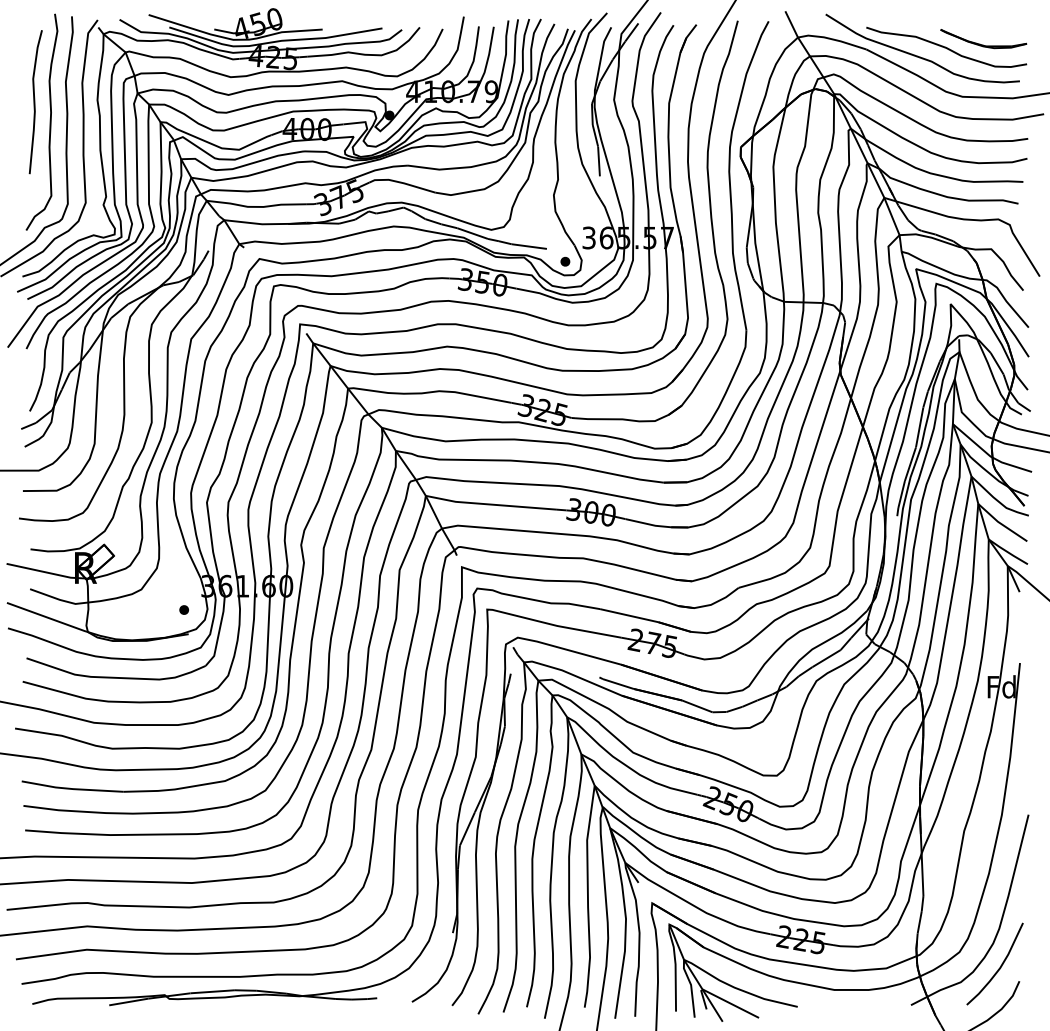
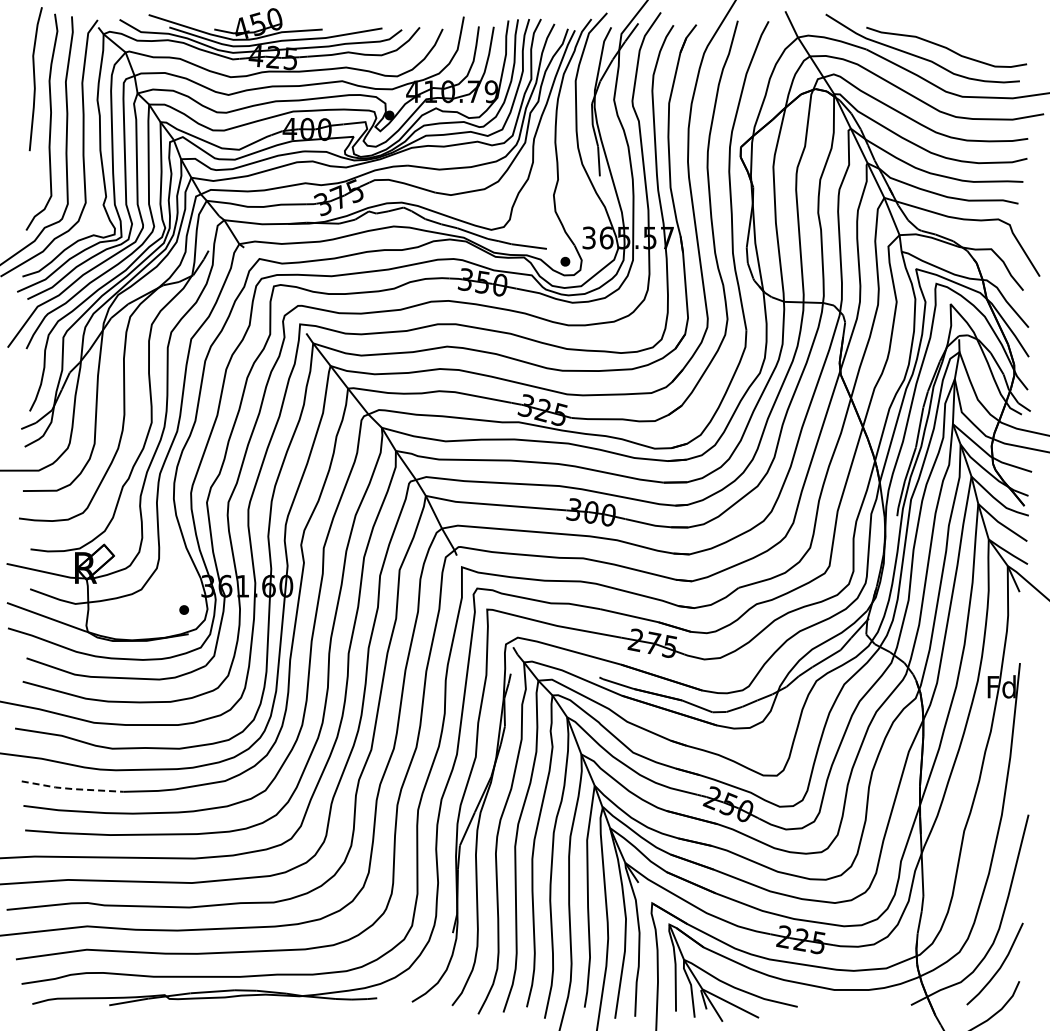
part at (983, 39): present -> none
curve at (35, 102) position: (35, 102) -> (35, 79)
line at (72, 789): solid -> dashed
